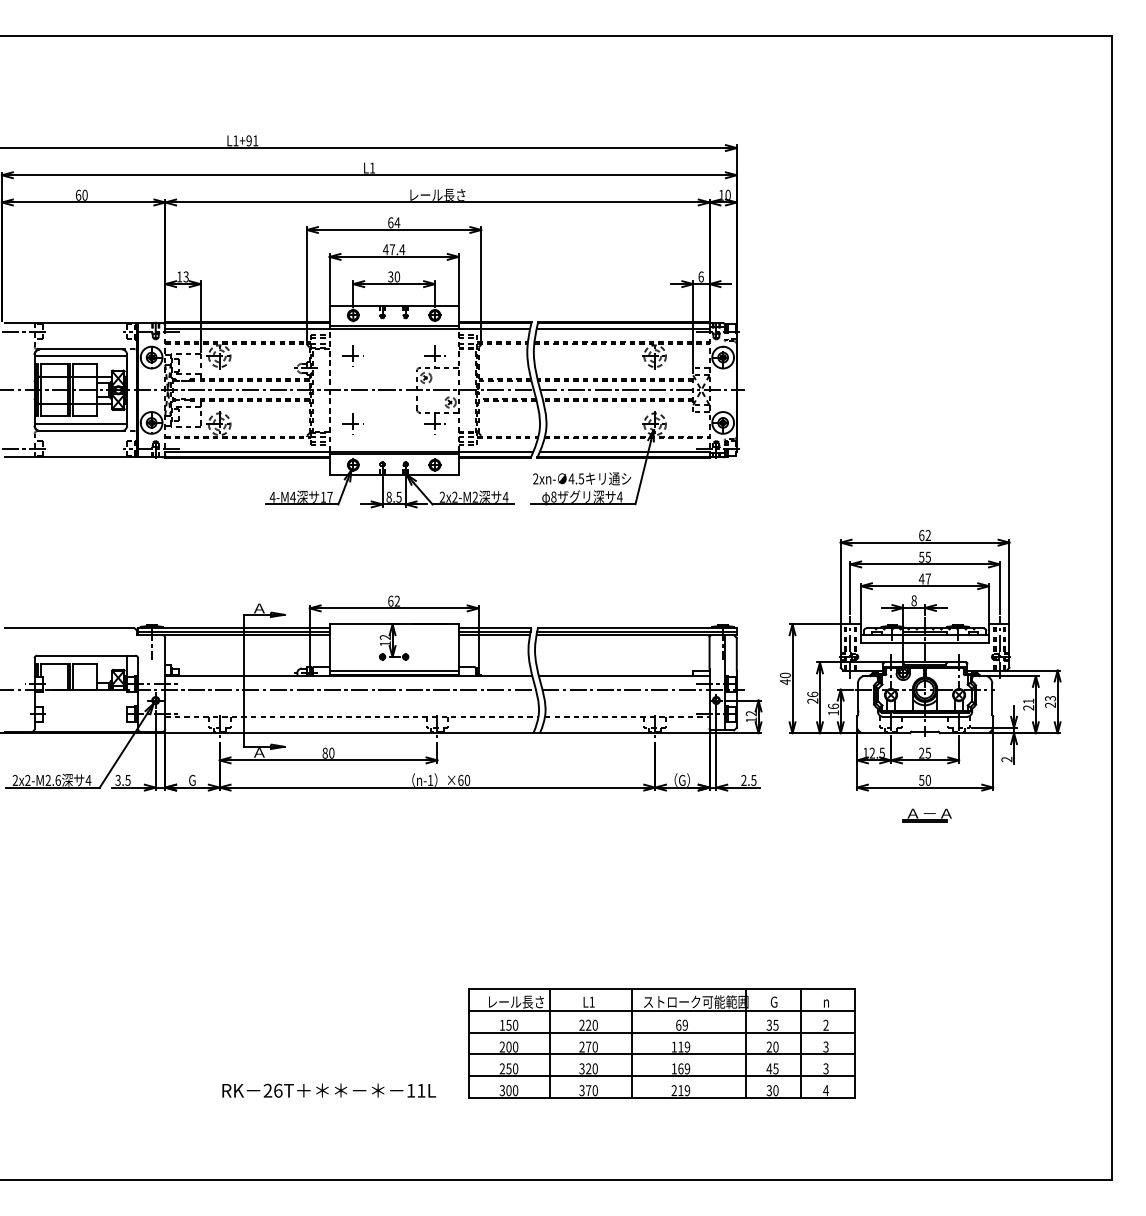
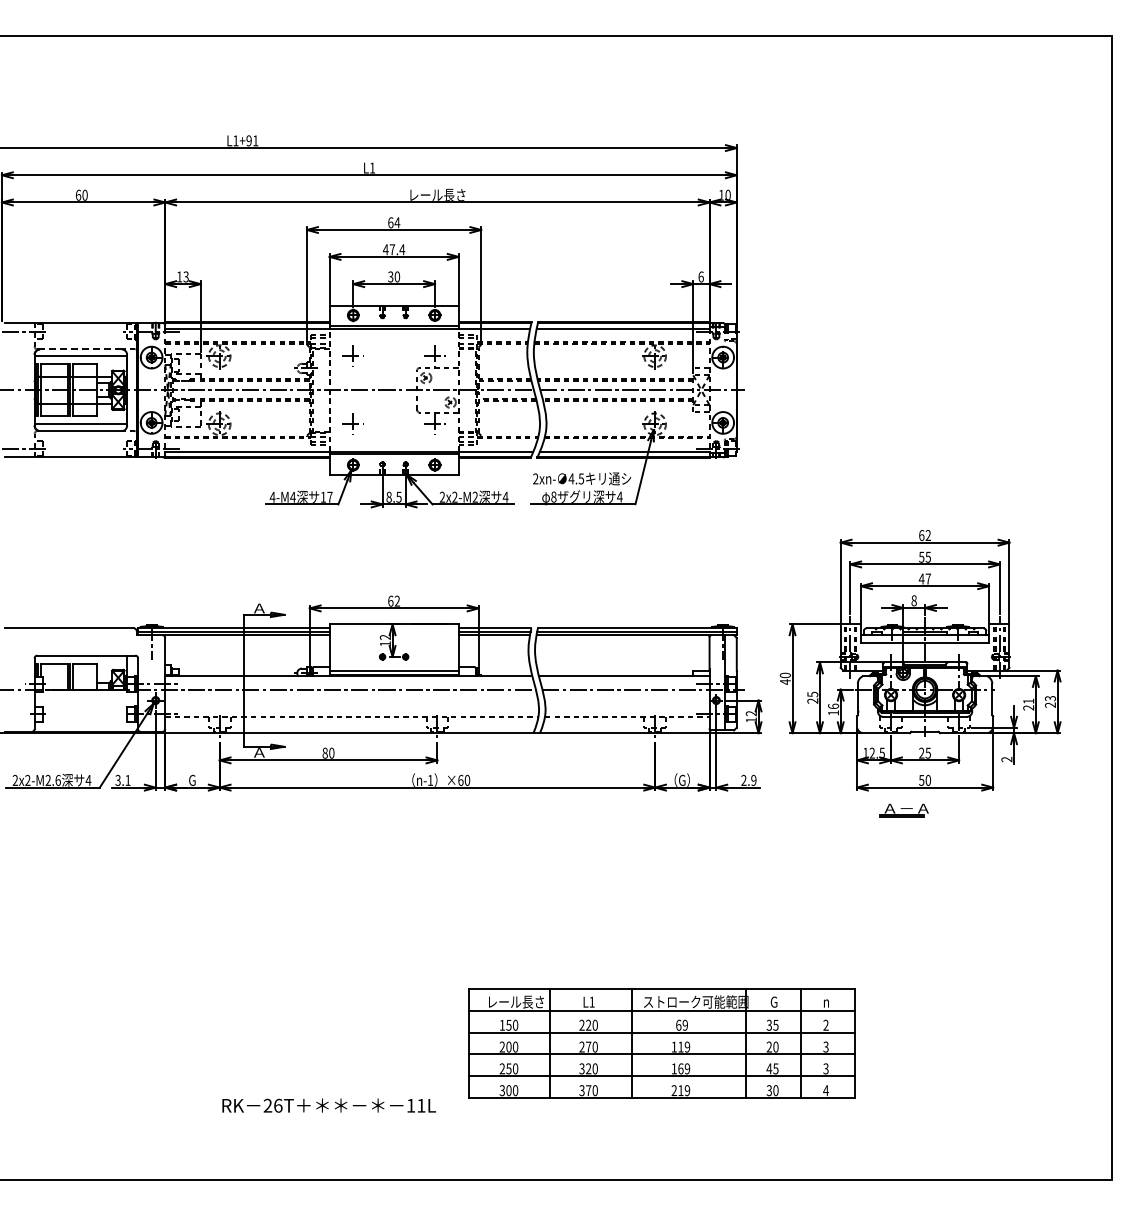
line at (80, 349): solid -> dashed
text at (812, 694): 26 -> 25
text at (753, 779): 2.5 -> 2.9
text at (127, 780): 3.5 -> 3.1
part at (926, 815) position: (926, 815) -> (903, 810)
text at (328, 1090) position: (328, 1090) -> (328, 1105)
